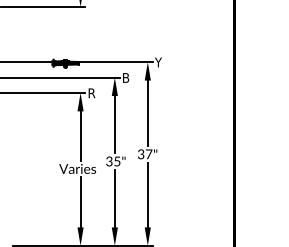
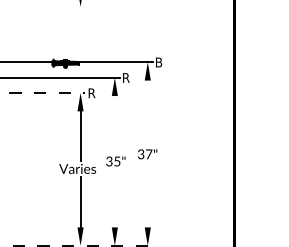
line at (43, 6): present -> none
text at (158, 62): Y -> B
text at (126, 77): B -> R
line at (43, 92): solid -> dashed
line at (147, 113): present -> none
line at (114, 124): present -> none
line at (147, 194): present -> none
line at (114, 198): present -> none
line at (82, 245): solid -> dashed
